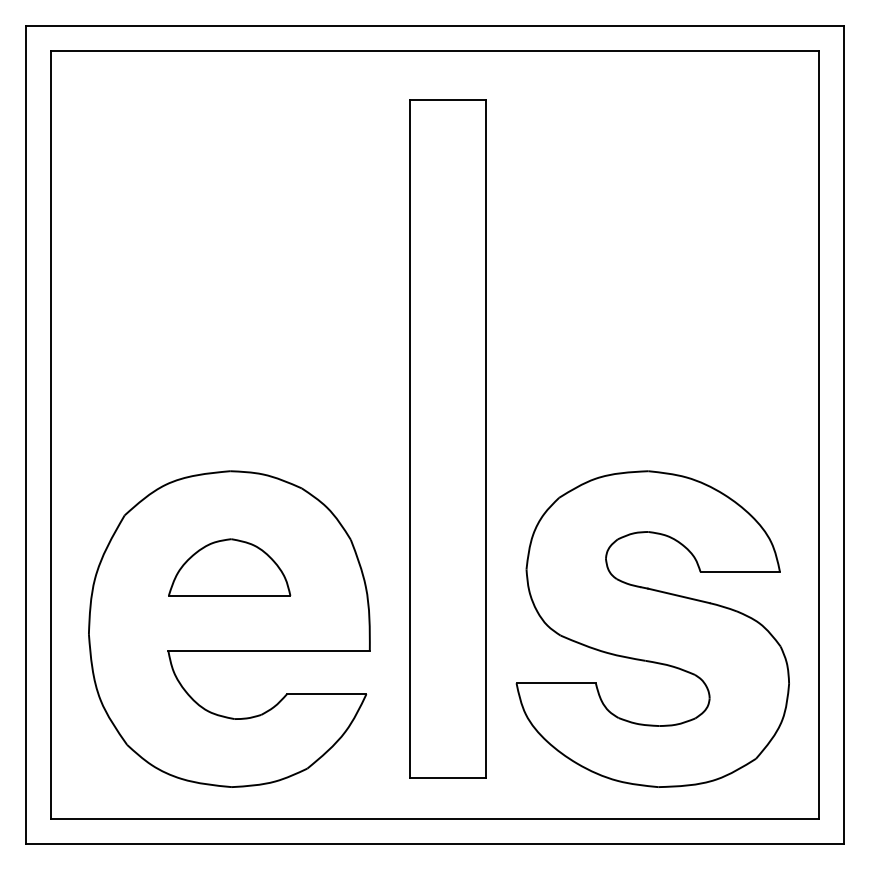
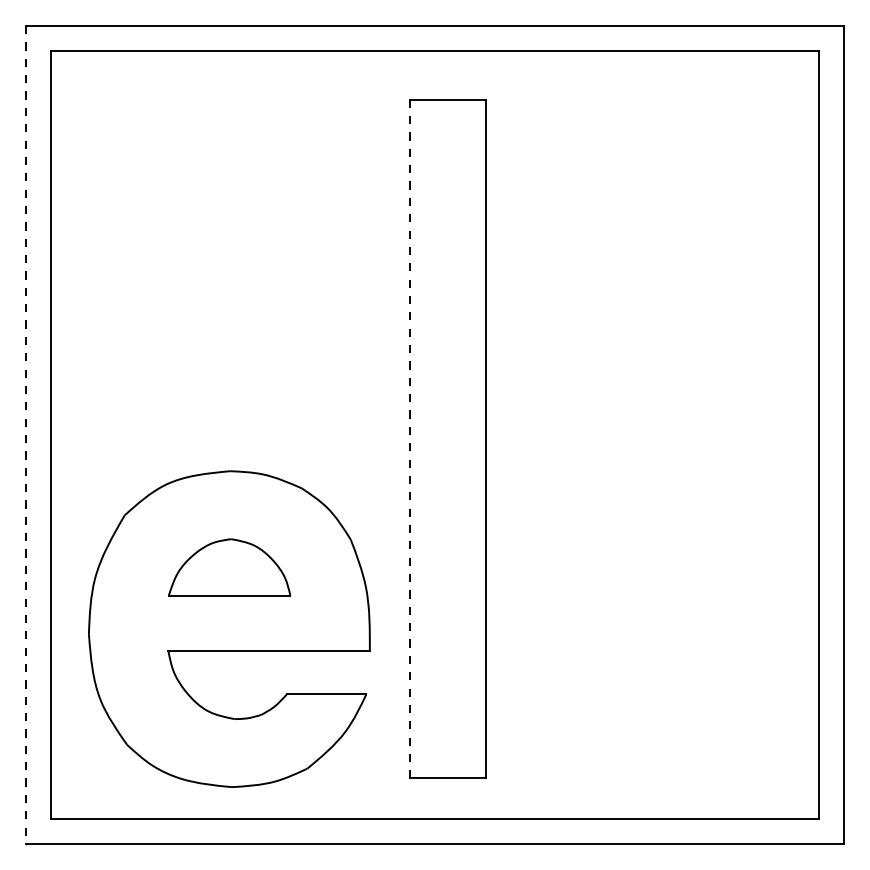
line at (26, 434): solid -> dashed
line at (410, 439): solid -> dashed
part at (652, 628): present -> none
